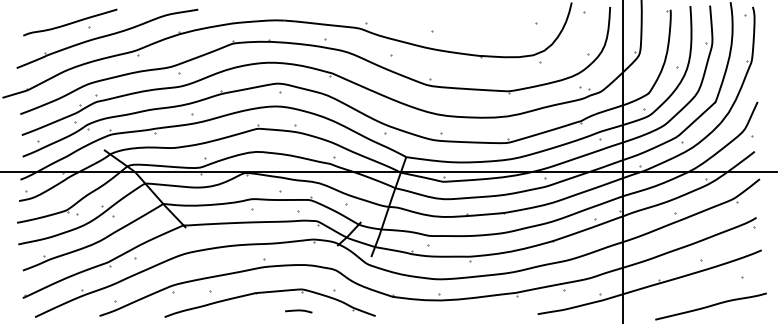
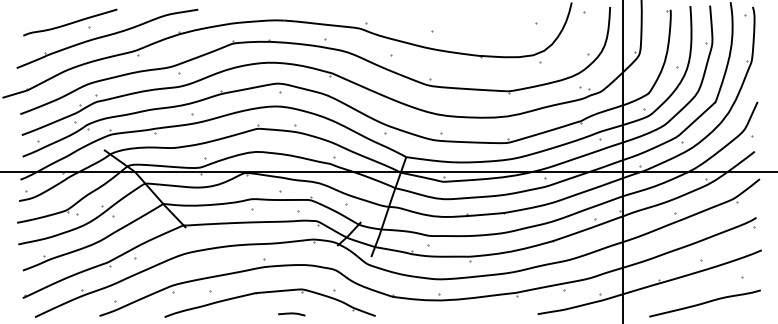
curve at (710, 306) position: (710, 306) -> (704, 303)
line at (298, 311) position: (298, 311) -> (291, 314)
